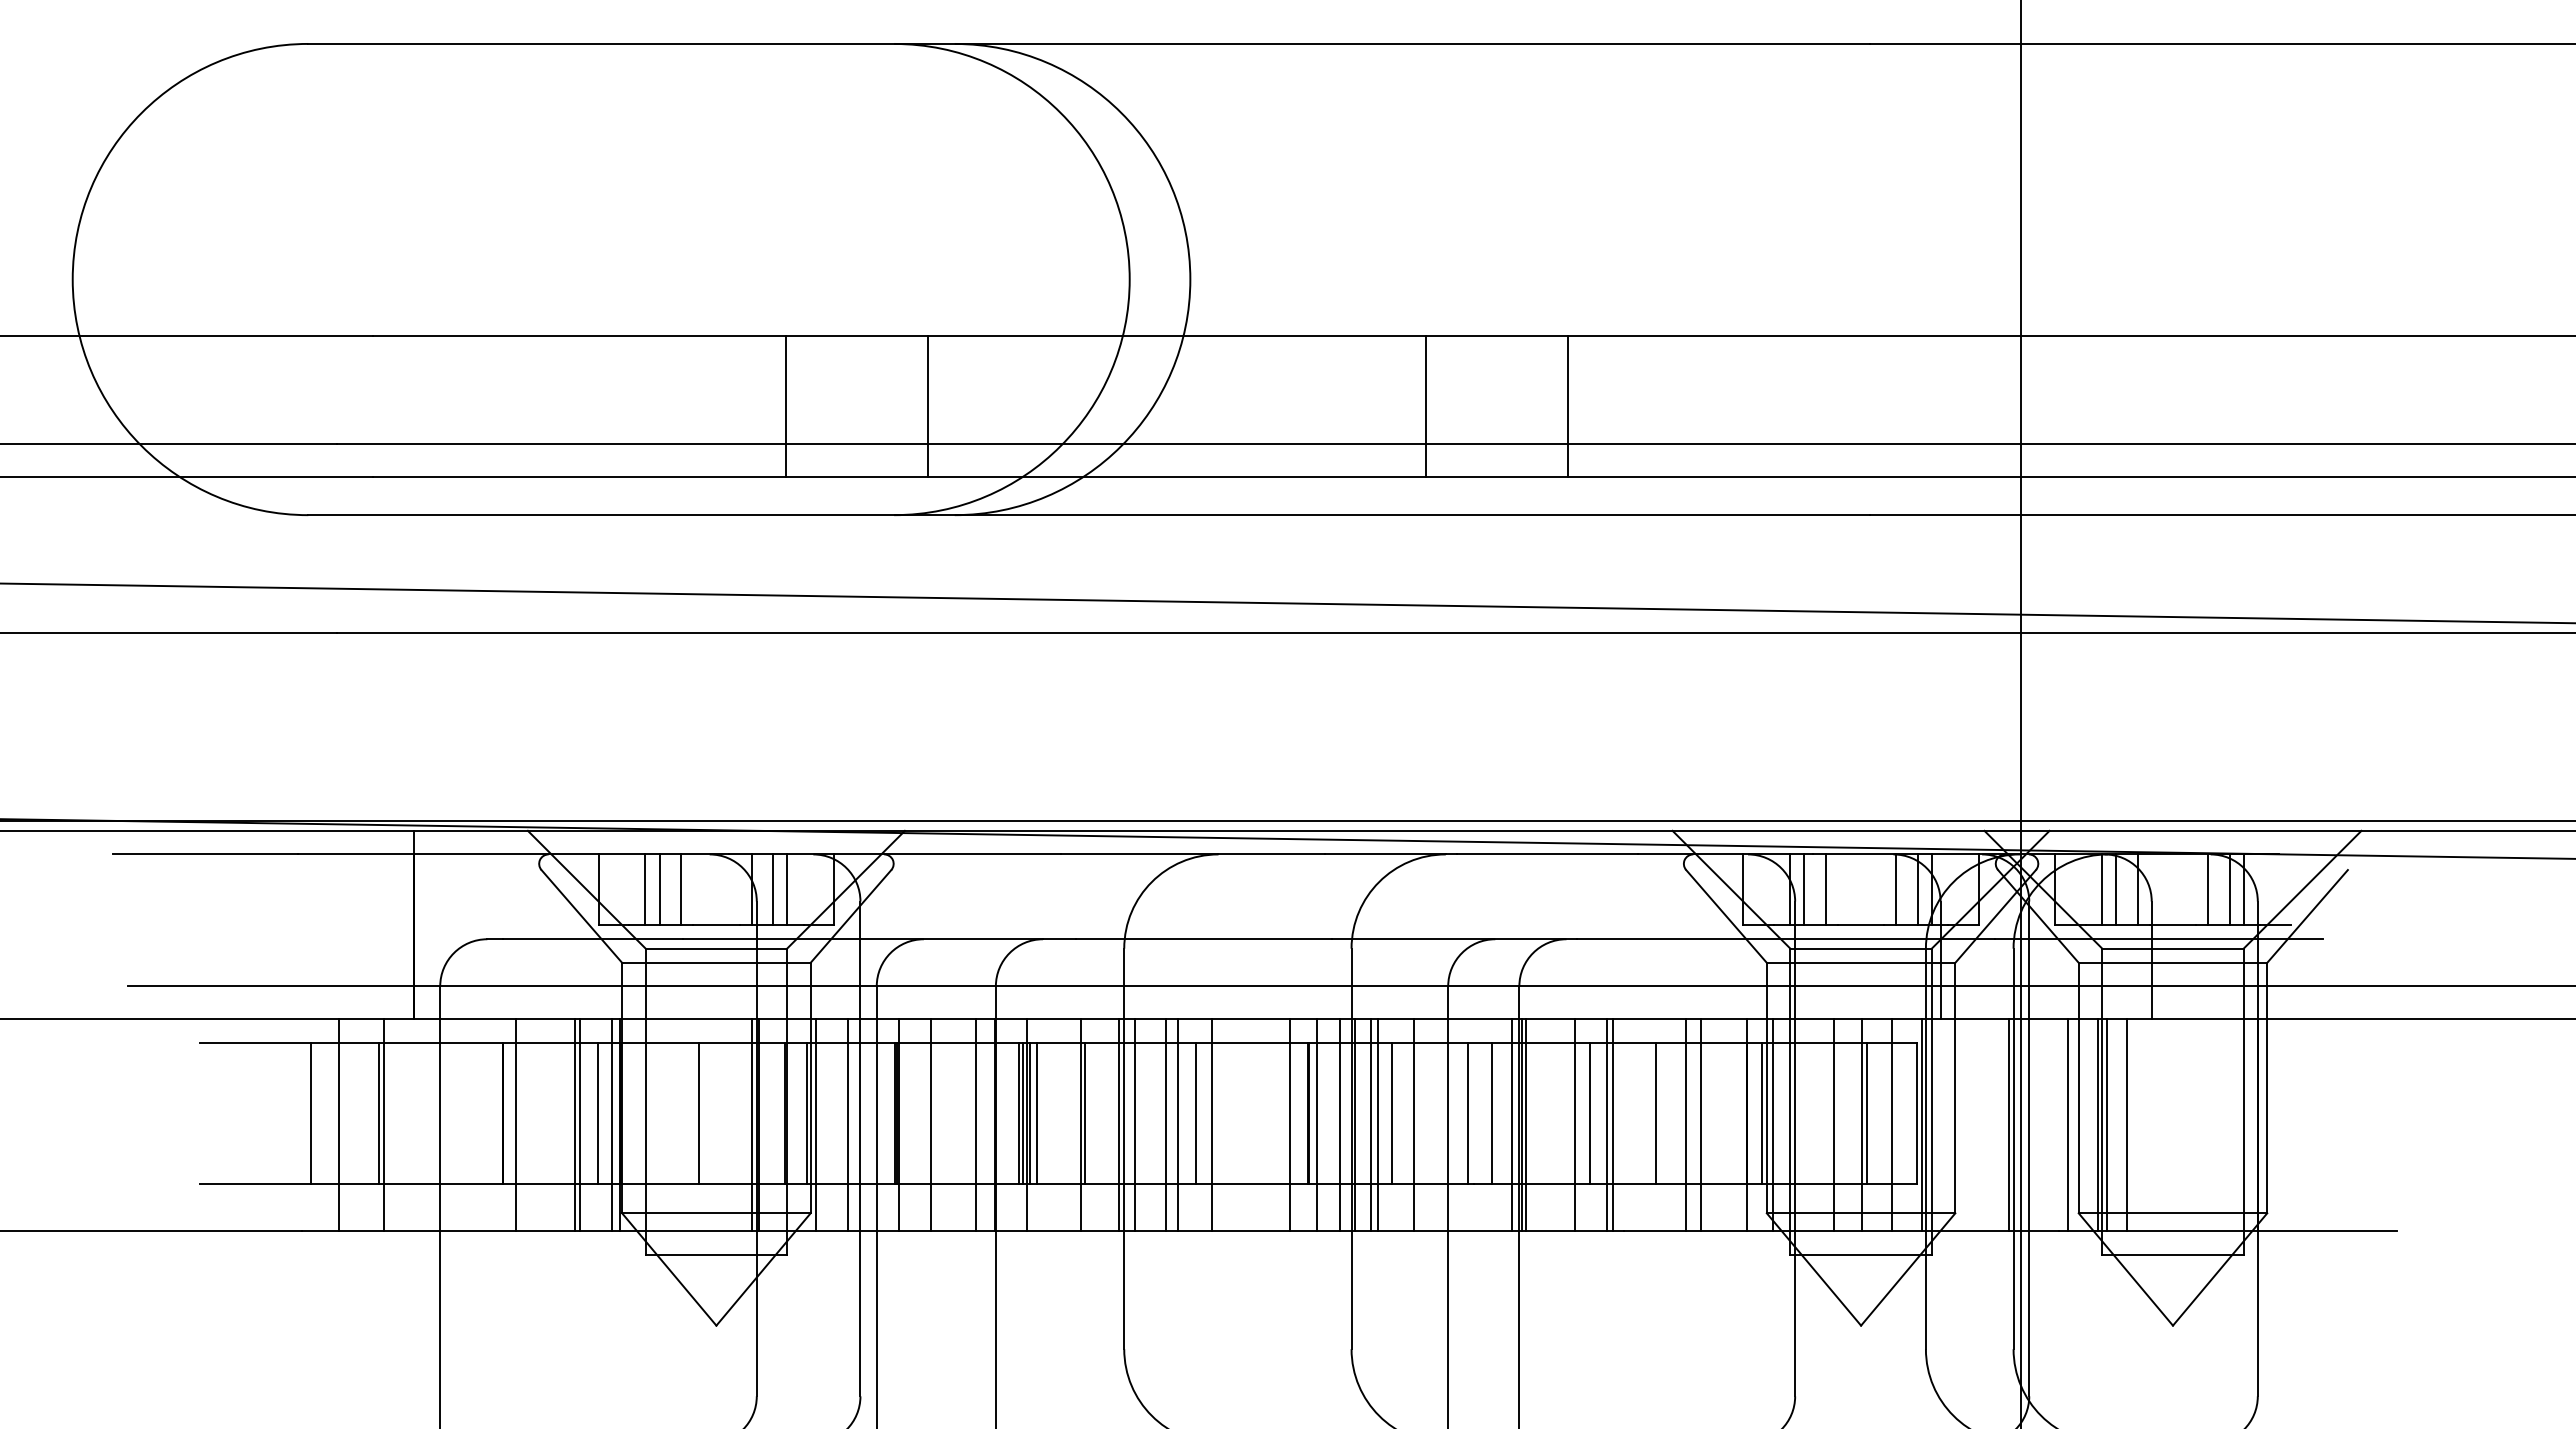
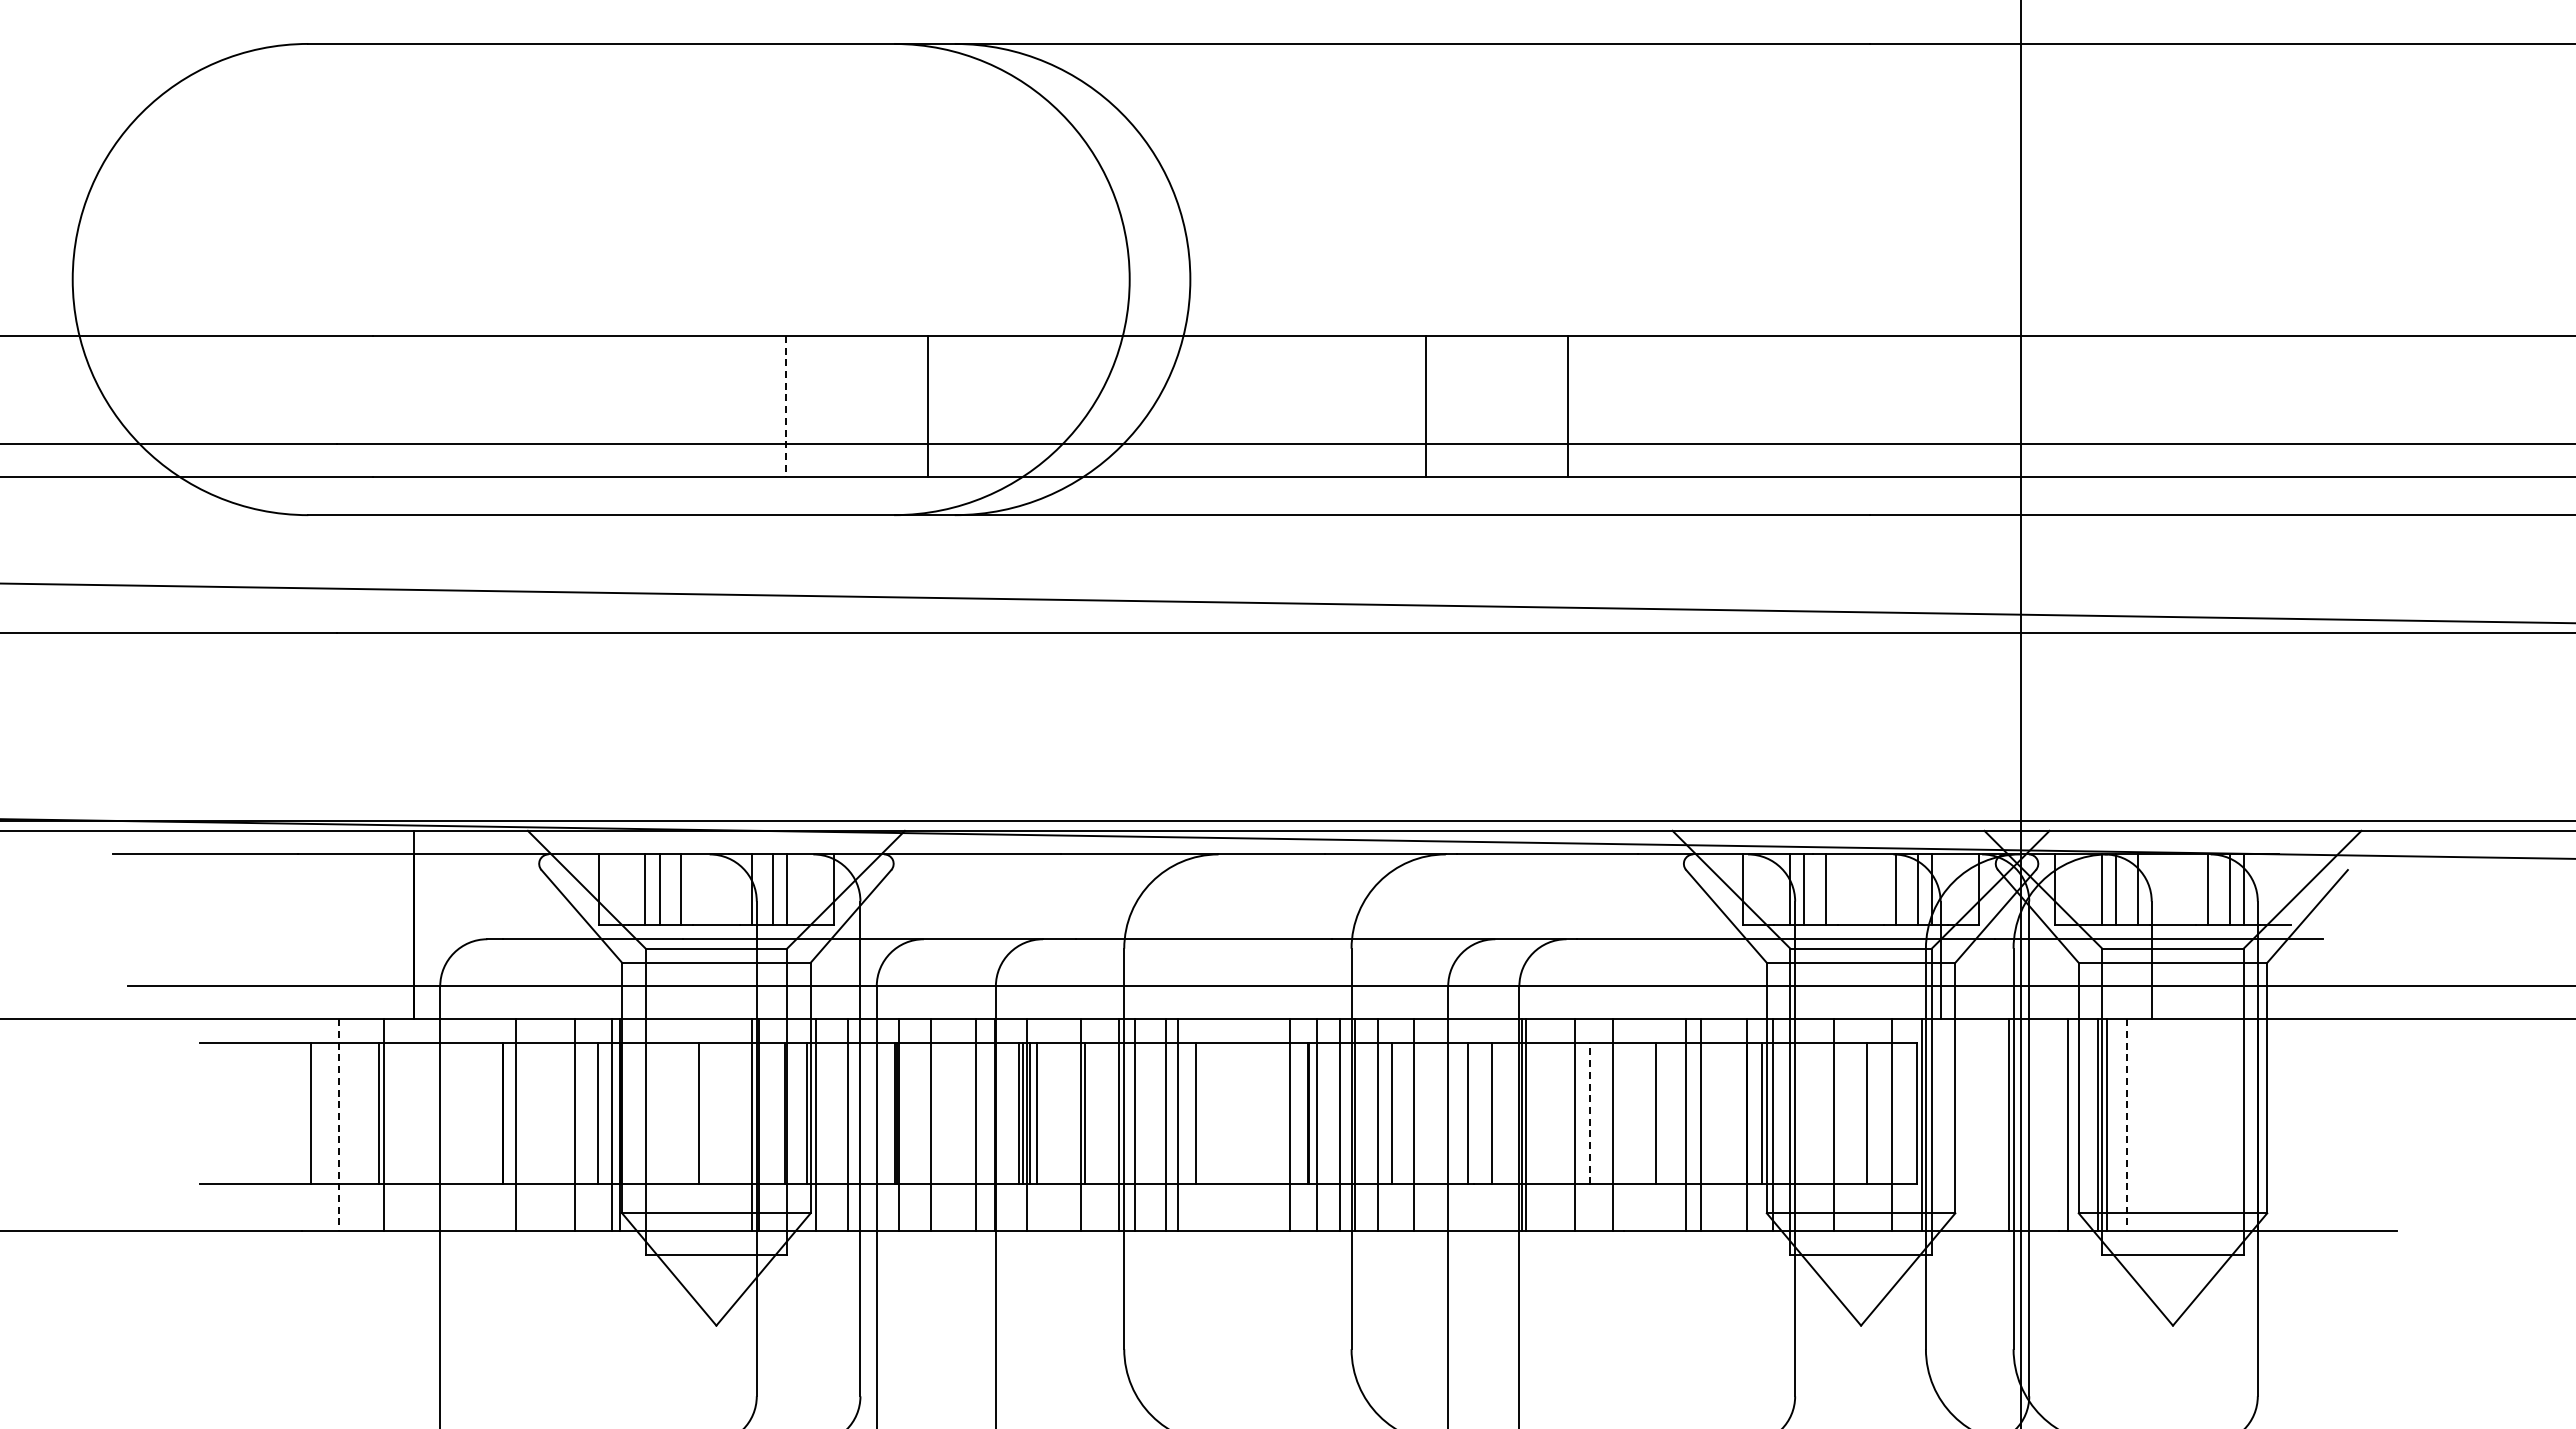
line at (786, 406): solid -> dashed
line at (1590, 1113): solid -> dashed
line at (339, 1125): solid -> dashed
line at (580, 1125): present -> none
line at (1211, 1125): present -> none
line at (1371, 1125): present -> none
line at (1511, 1125): present -> none
line at (1606, 1125): present -> none
line at (1862, 1125): present -> none
line at (2127, 1125): solid -> dashed
